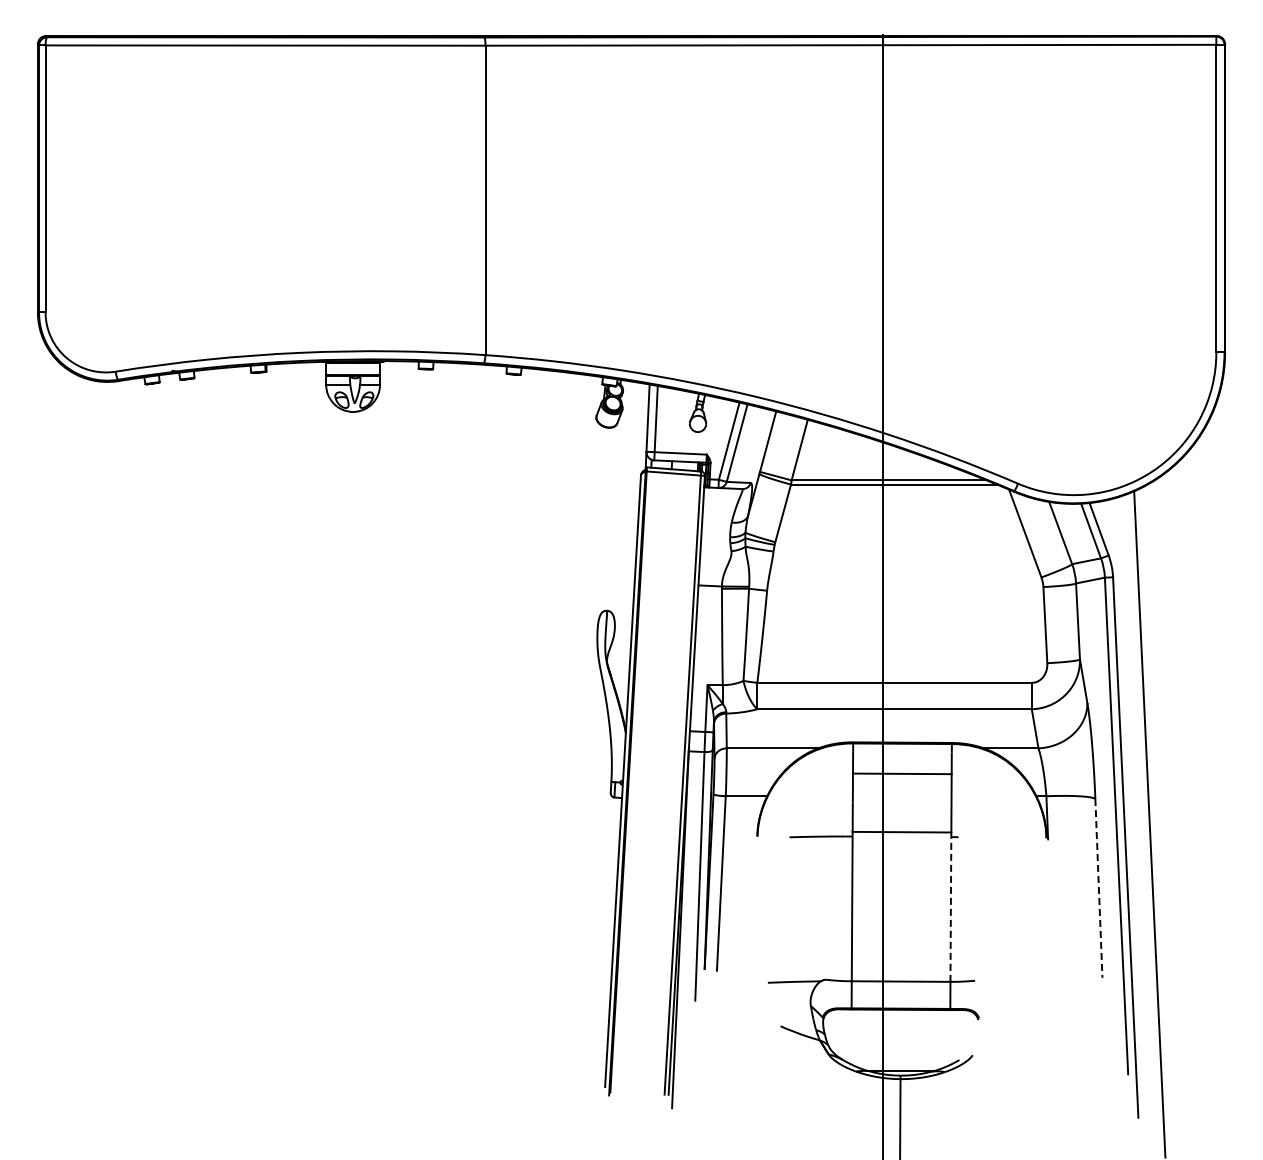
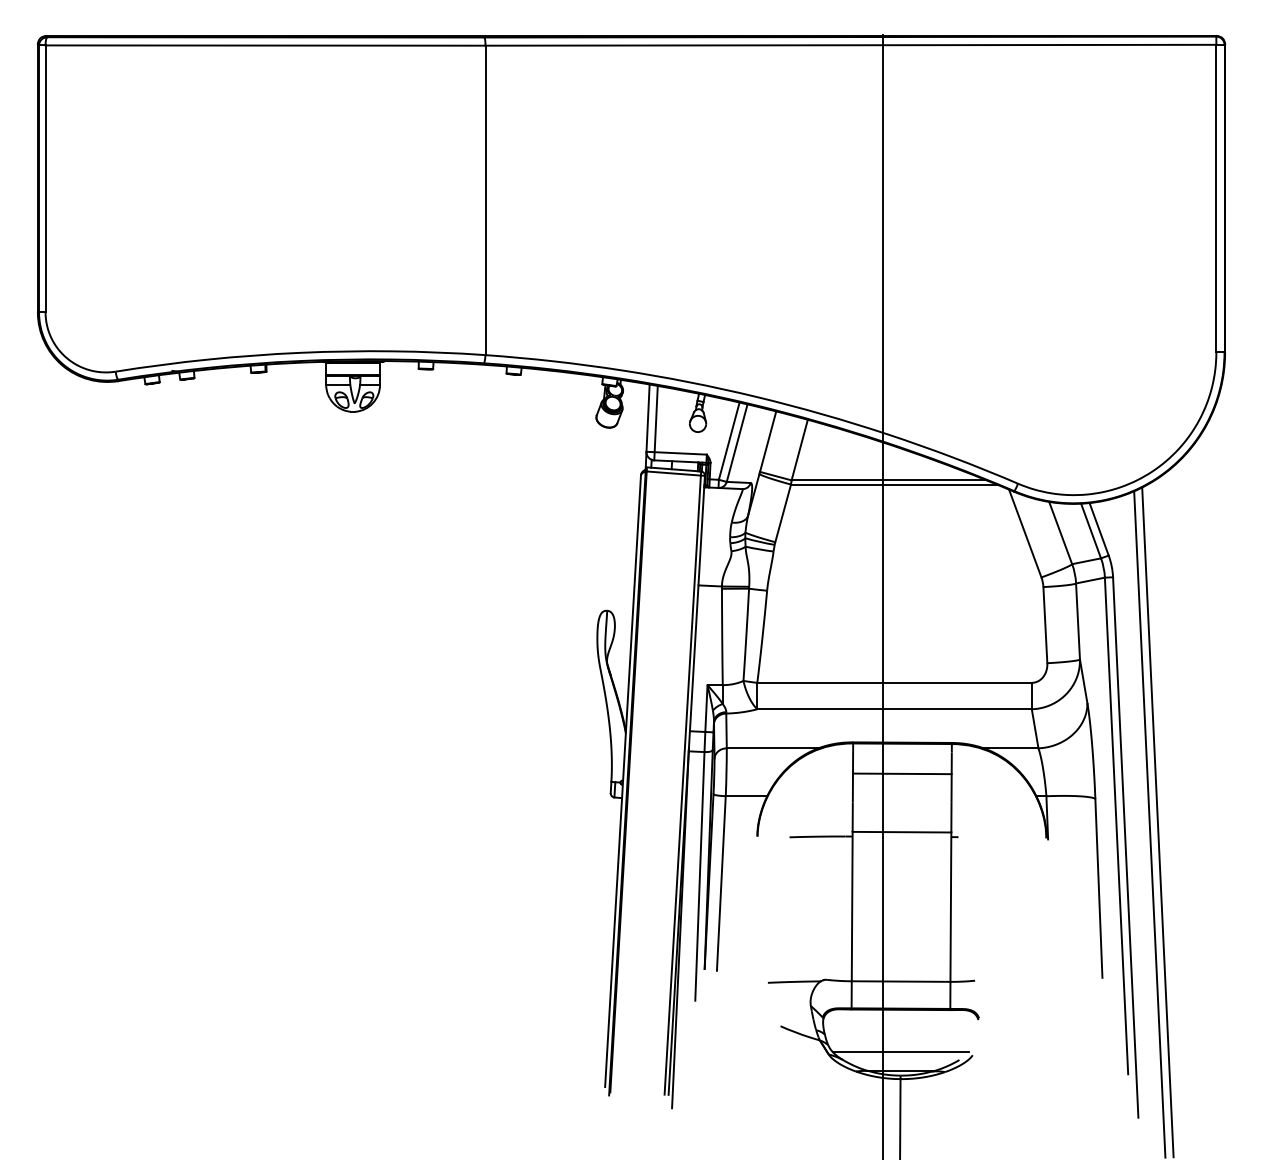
line at (1157, 821): none -> present
line at (1098, 888): dashed -> solid
line at (950, 907): dashed -> solid
line at (901, 1052): none -> present
